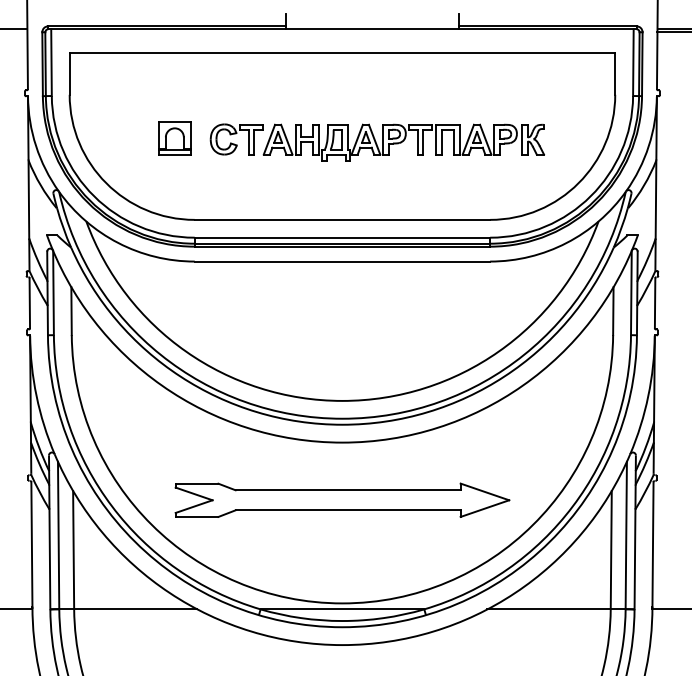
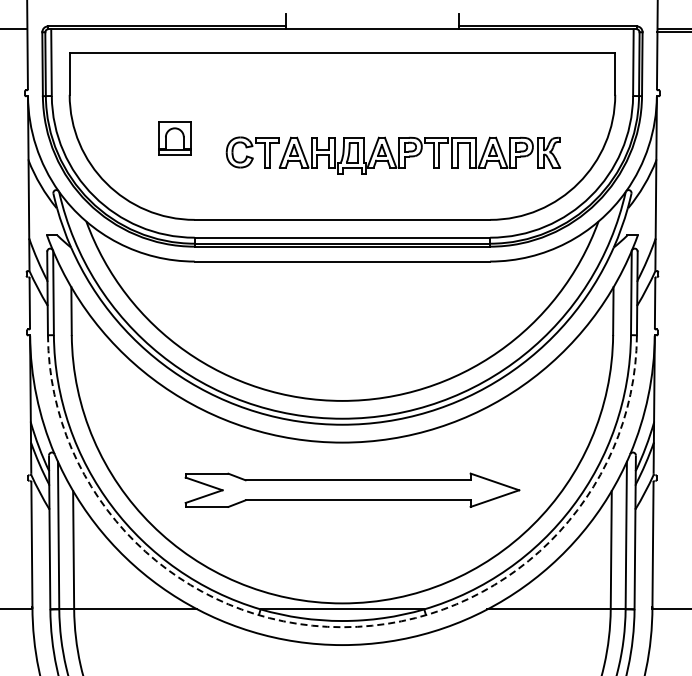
part at (376, 142) position: (376, 142) -> (392, 155)
part at (342, 499) position: (342, 499) -> (352, 489)
arc at (342, 627): solid -> dashed
